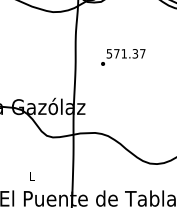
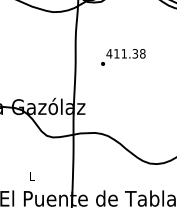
text at (125, 53): 571.37 -> 411.38
